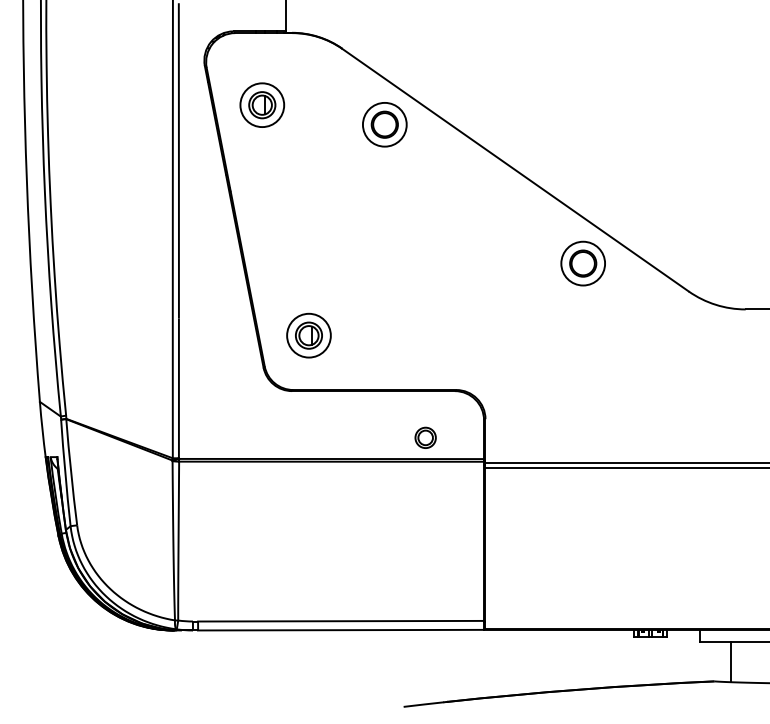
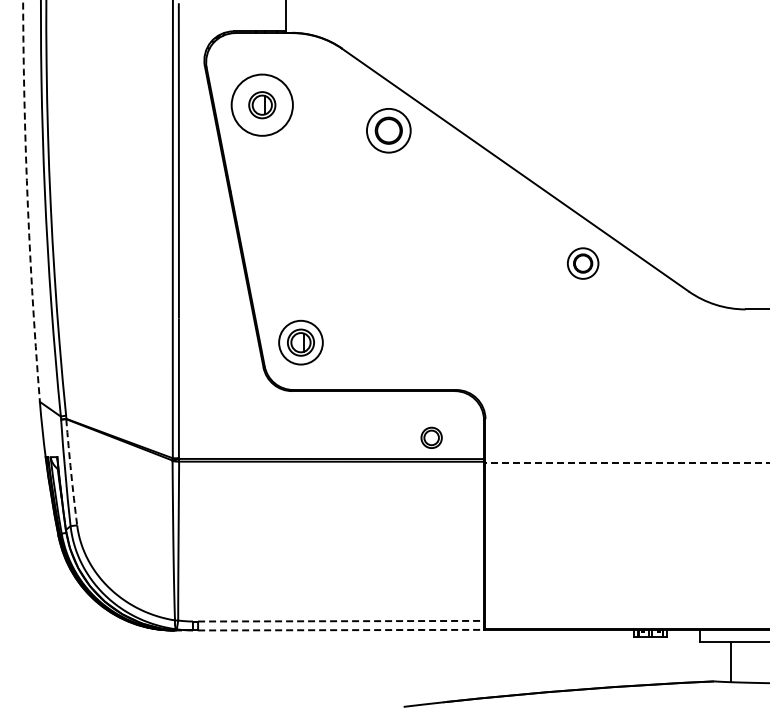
circle at (262, 105) diameter: 44 px -> 61 px
part at (384, 124) position: (384, 124) -> (388, 130)
arc at (27, 201): solid -> dashed
part at (582, 263) size: 46x47 px -> 33x33 px
part at (308, 335) position: (308, 335) -> (300, 342)
part at (425, 437) position: (425, 437) -> (431, 437)
line at (627, 462): solid -> dashed
line at (625, 468): present -> none
arc at (71, 472): solid -> dashed
line at (341, 621): solid -> dashed
line at (341, 630): solid -> dashed
